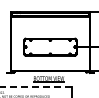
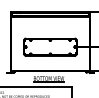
line at (35, 87): dashed -> solid
